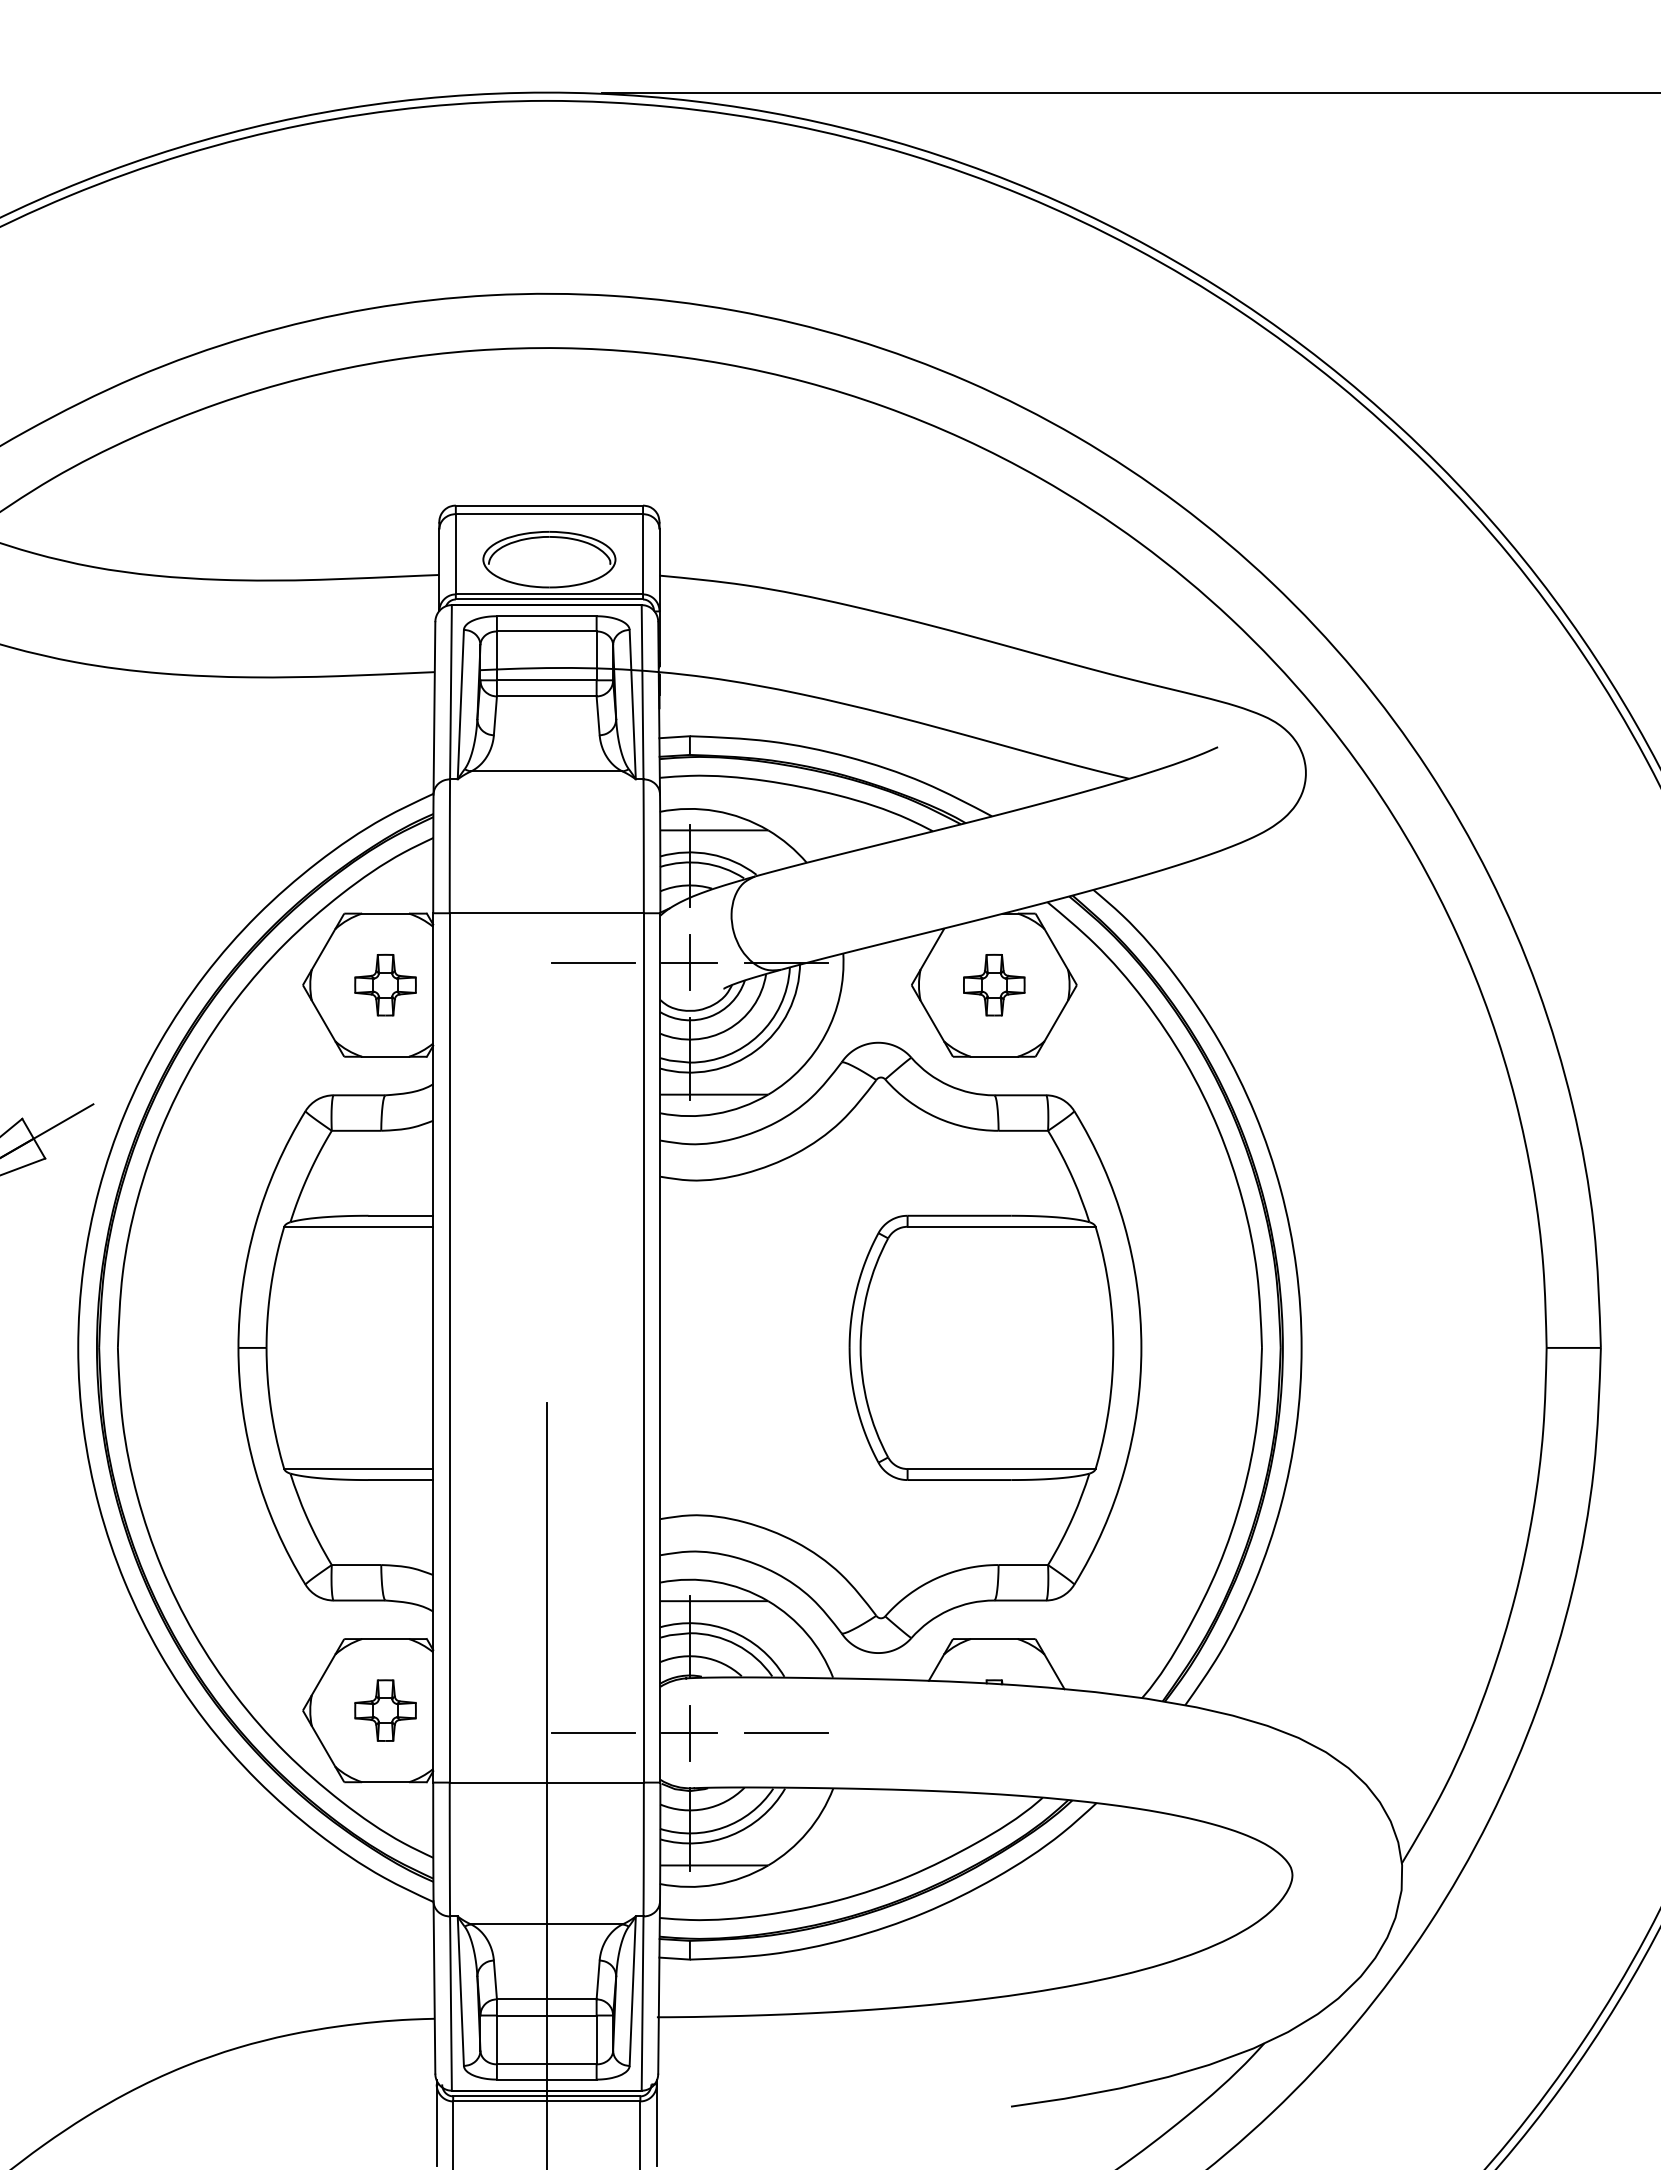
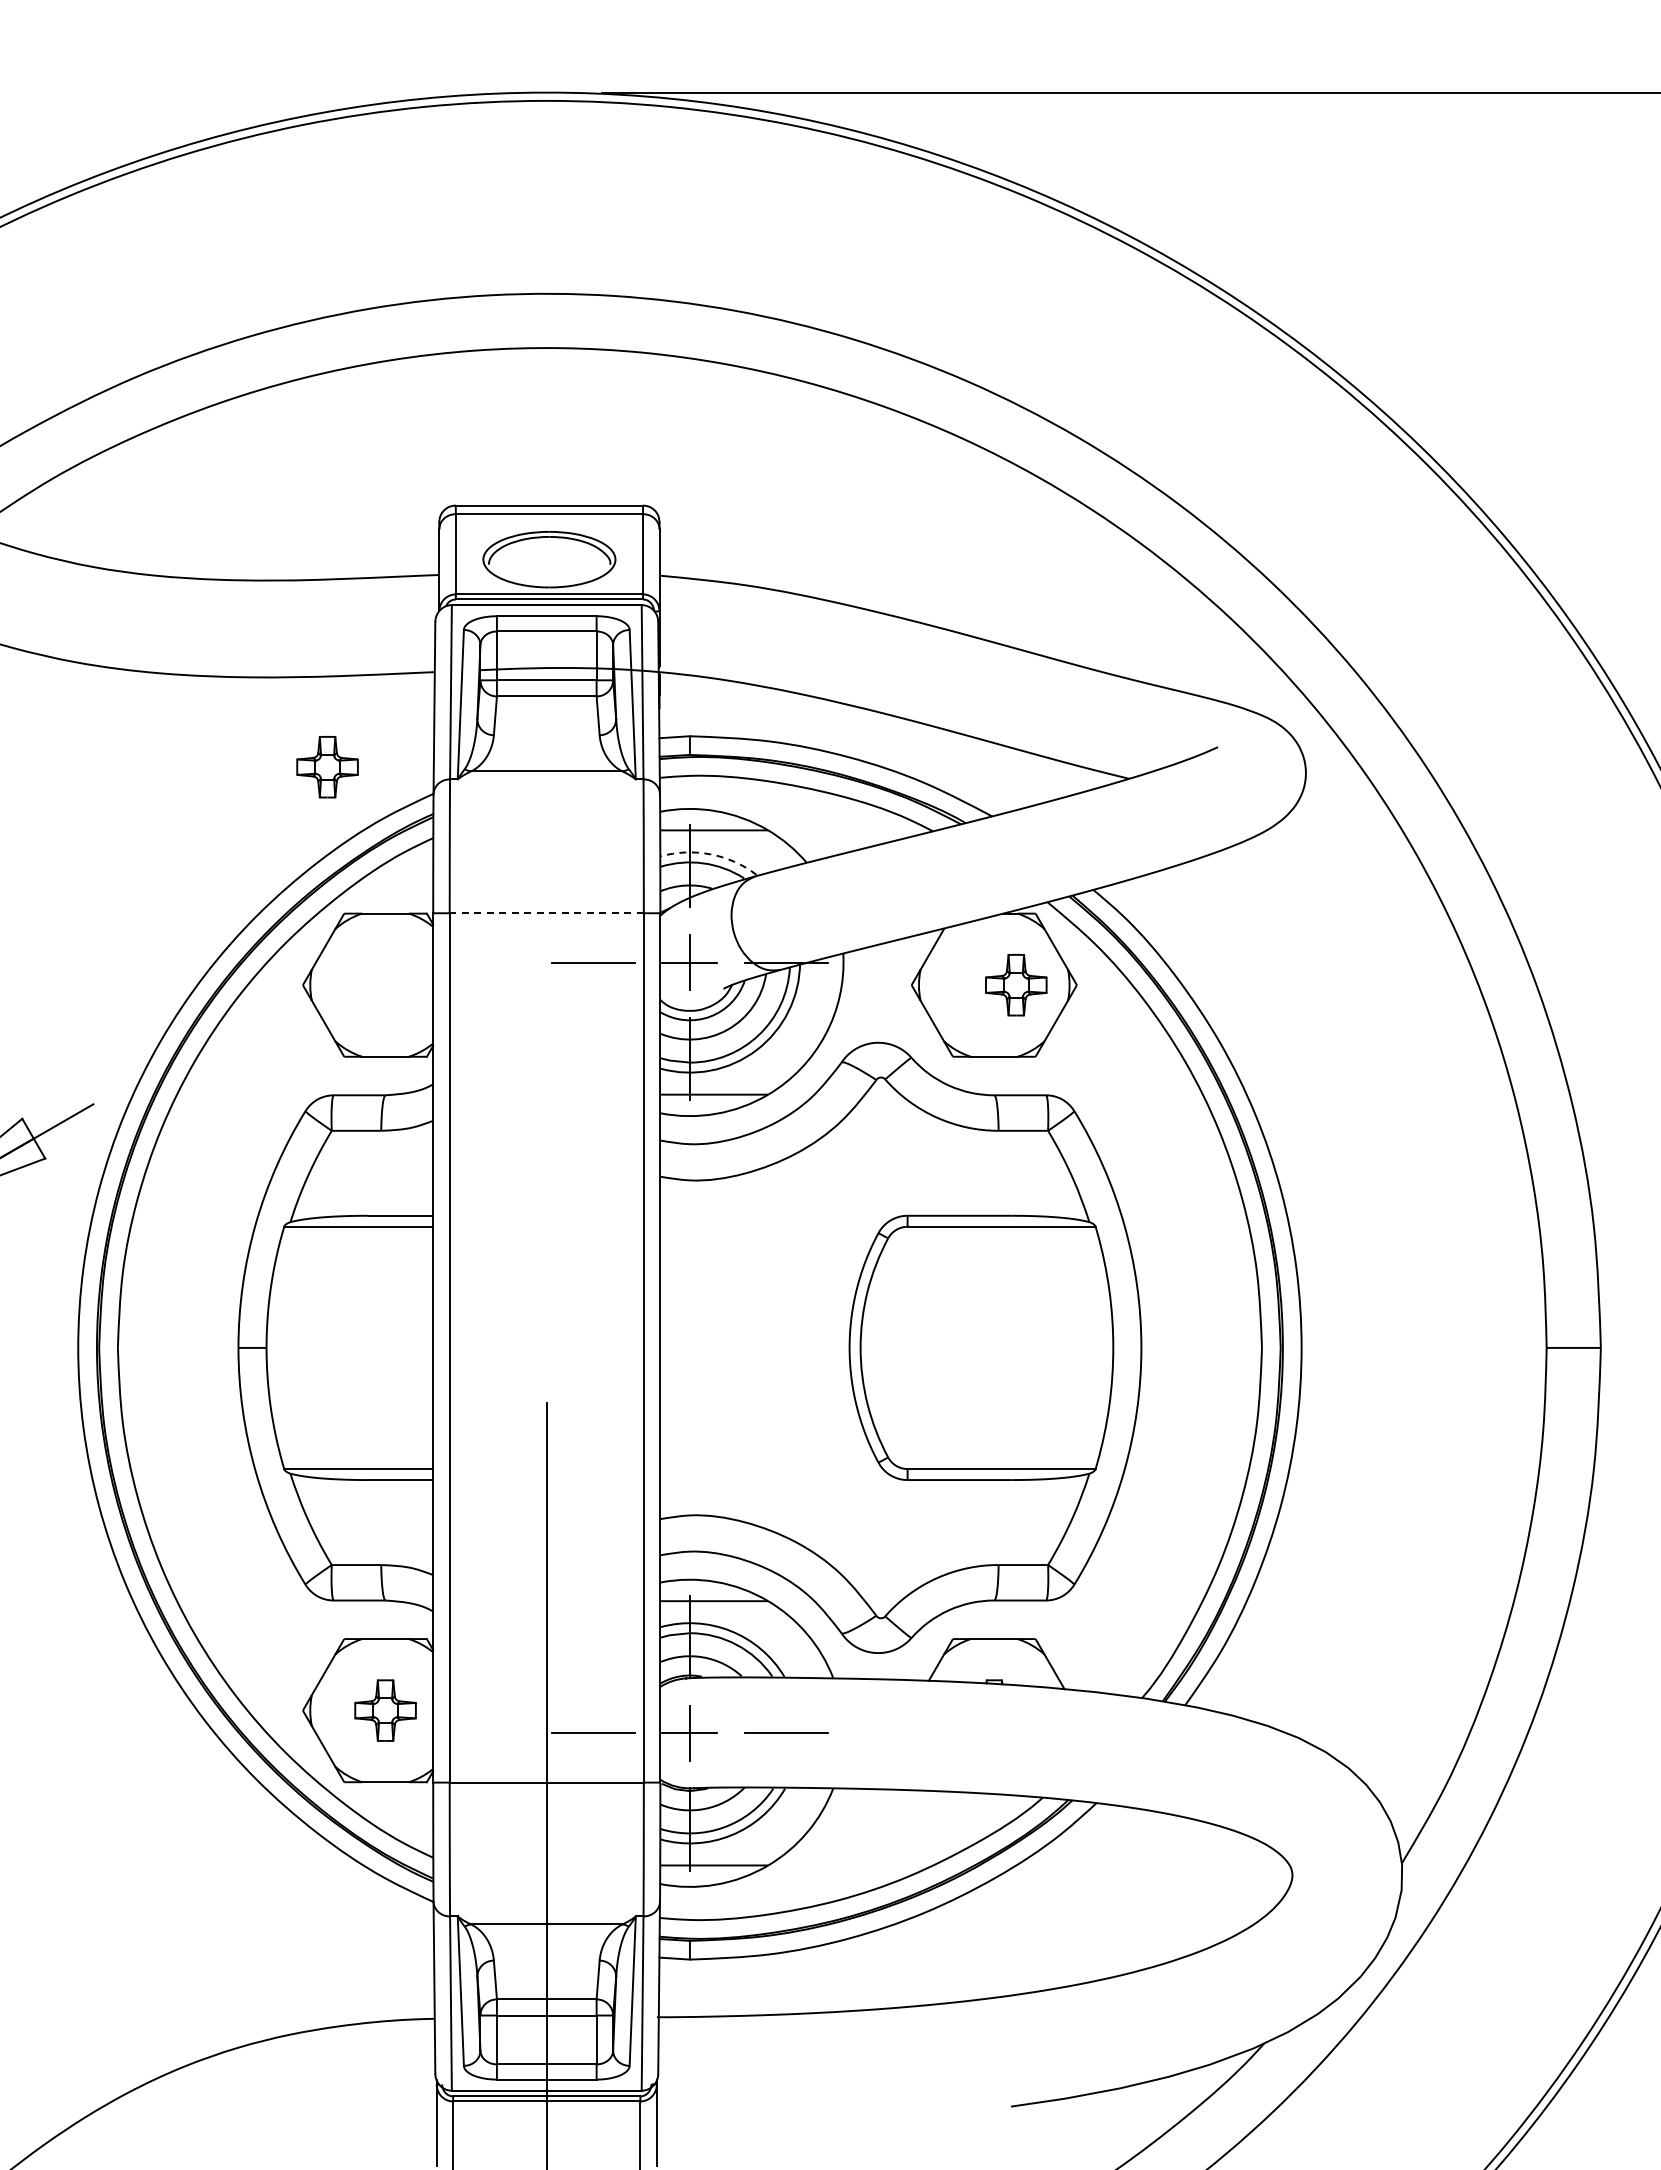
arc at (710, 854): solid -> dashed
line at (546, 913): solid -> dashed
part at (385, 985) position: (385, 985) -> (327, 767)
part at (994, 985) position: (994, 985) -> (1016, 985)
